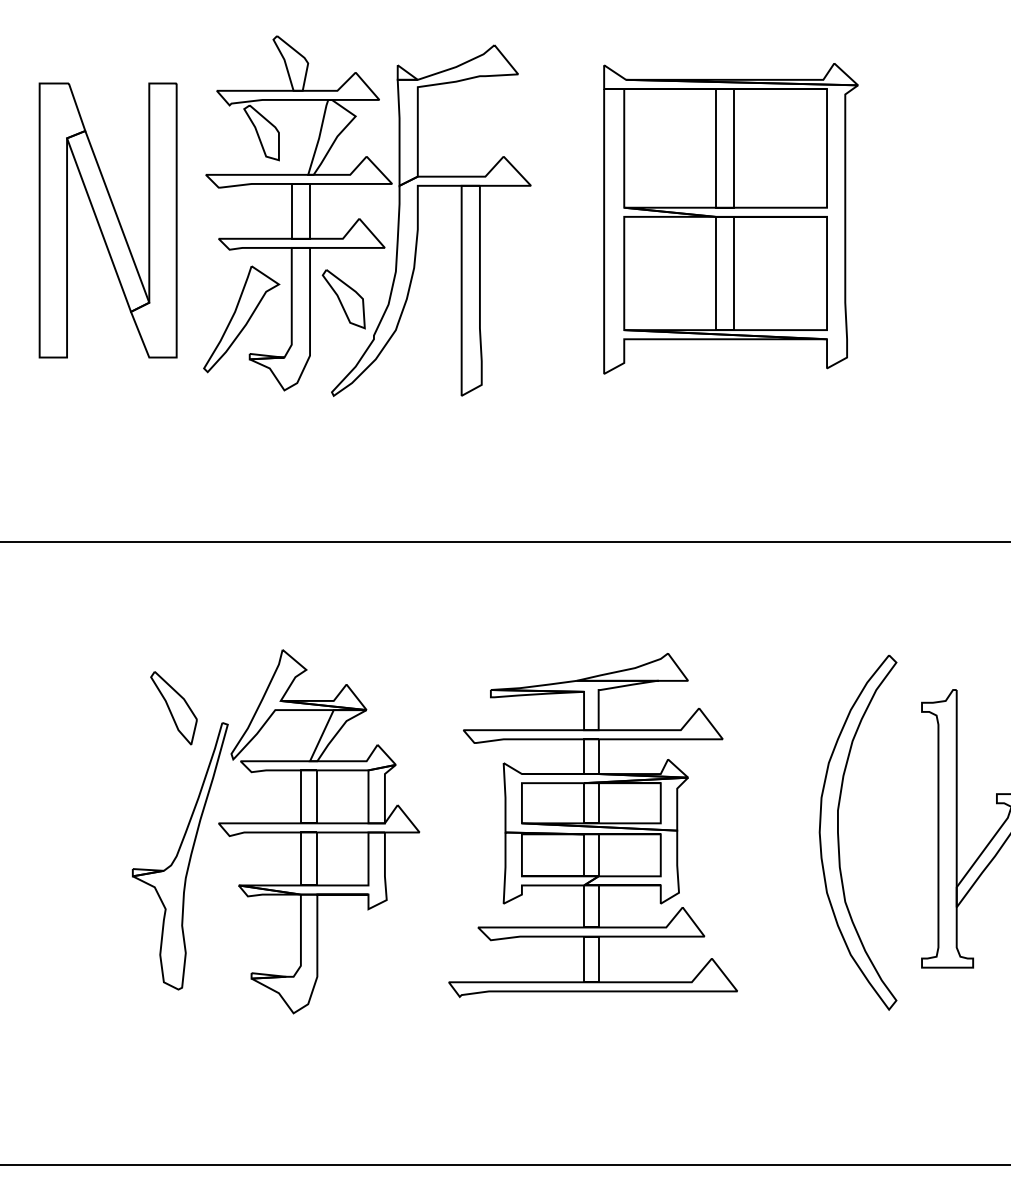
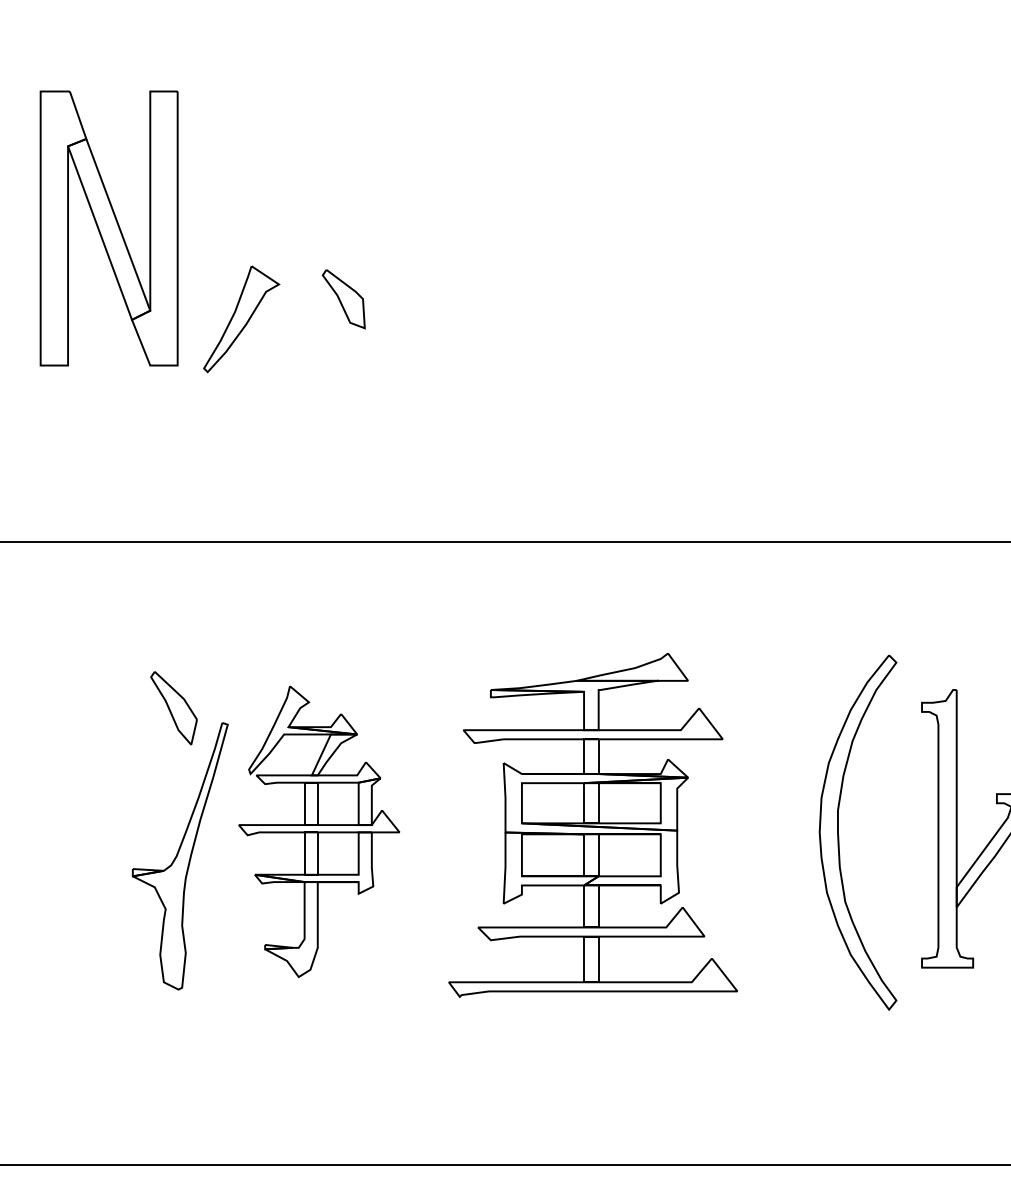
part at (730, 218): present -> none
part at (107, 220) position: (107, 220) -> (108, 228)
part at (362, 220): present -> none
part at (319, 831) size: 203x366 px -> 163x294 px
